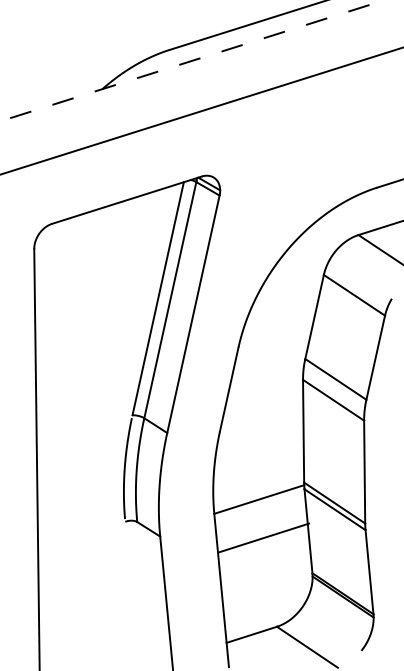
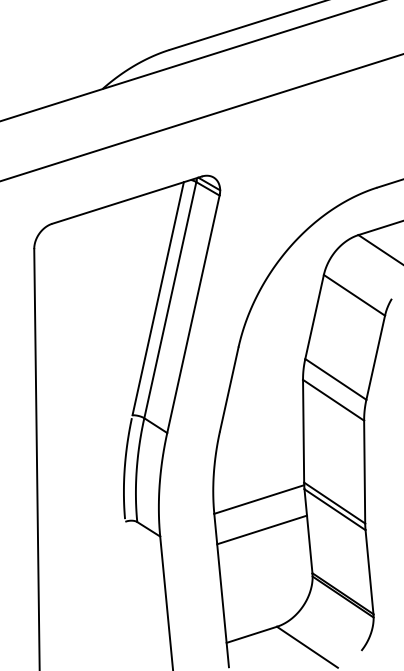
line at (192, 60): dashed -> solid
line at (201, 110) position: (201, 110) -> (201, 117)
line at (264, 537) position: (264, 537) -> (262, 529)
